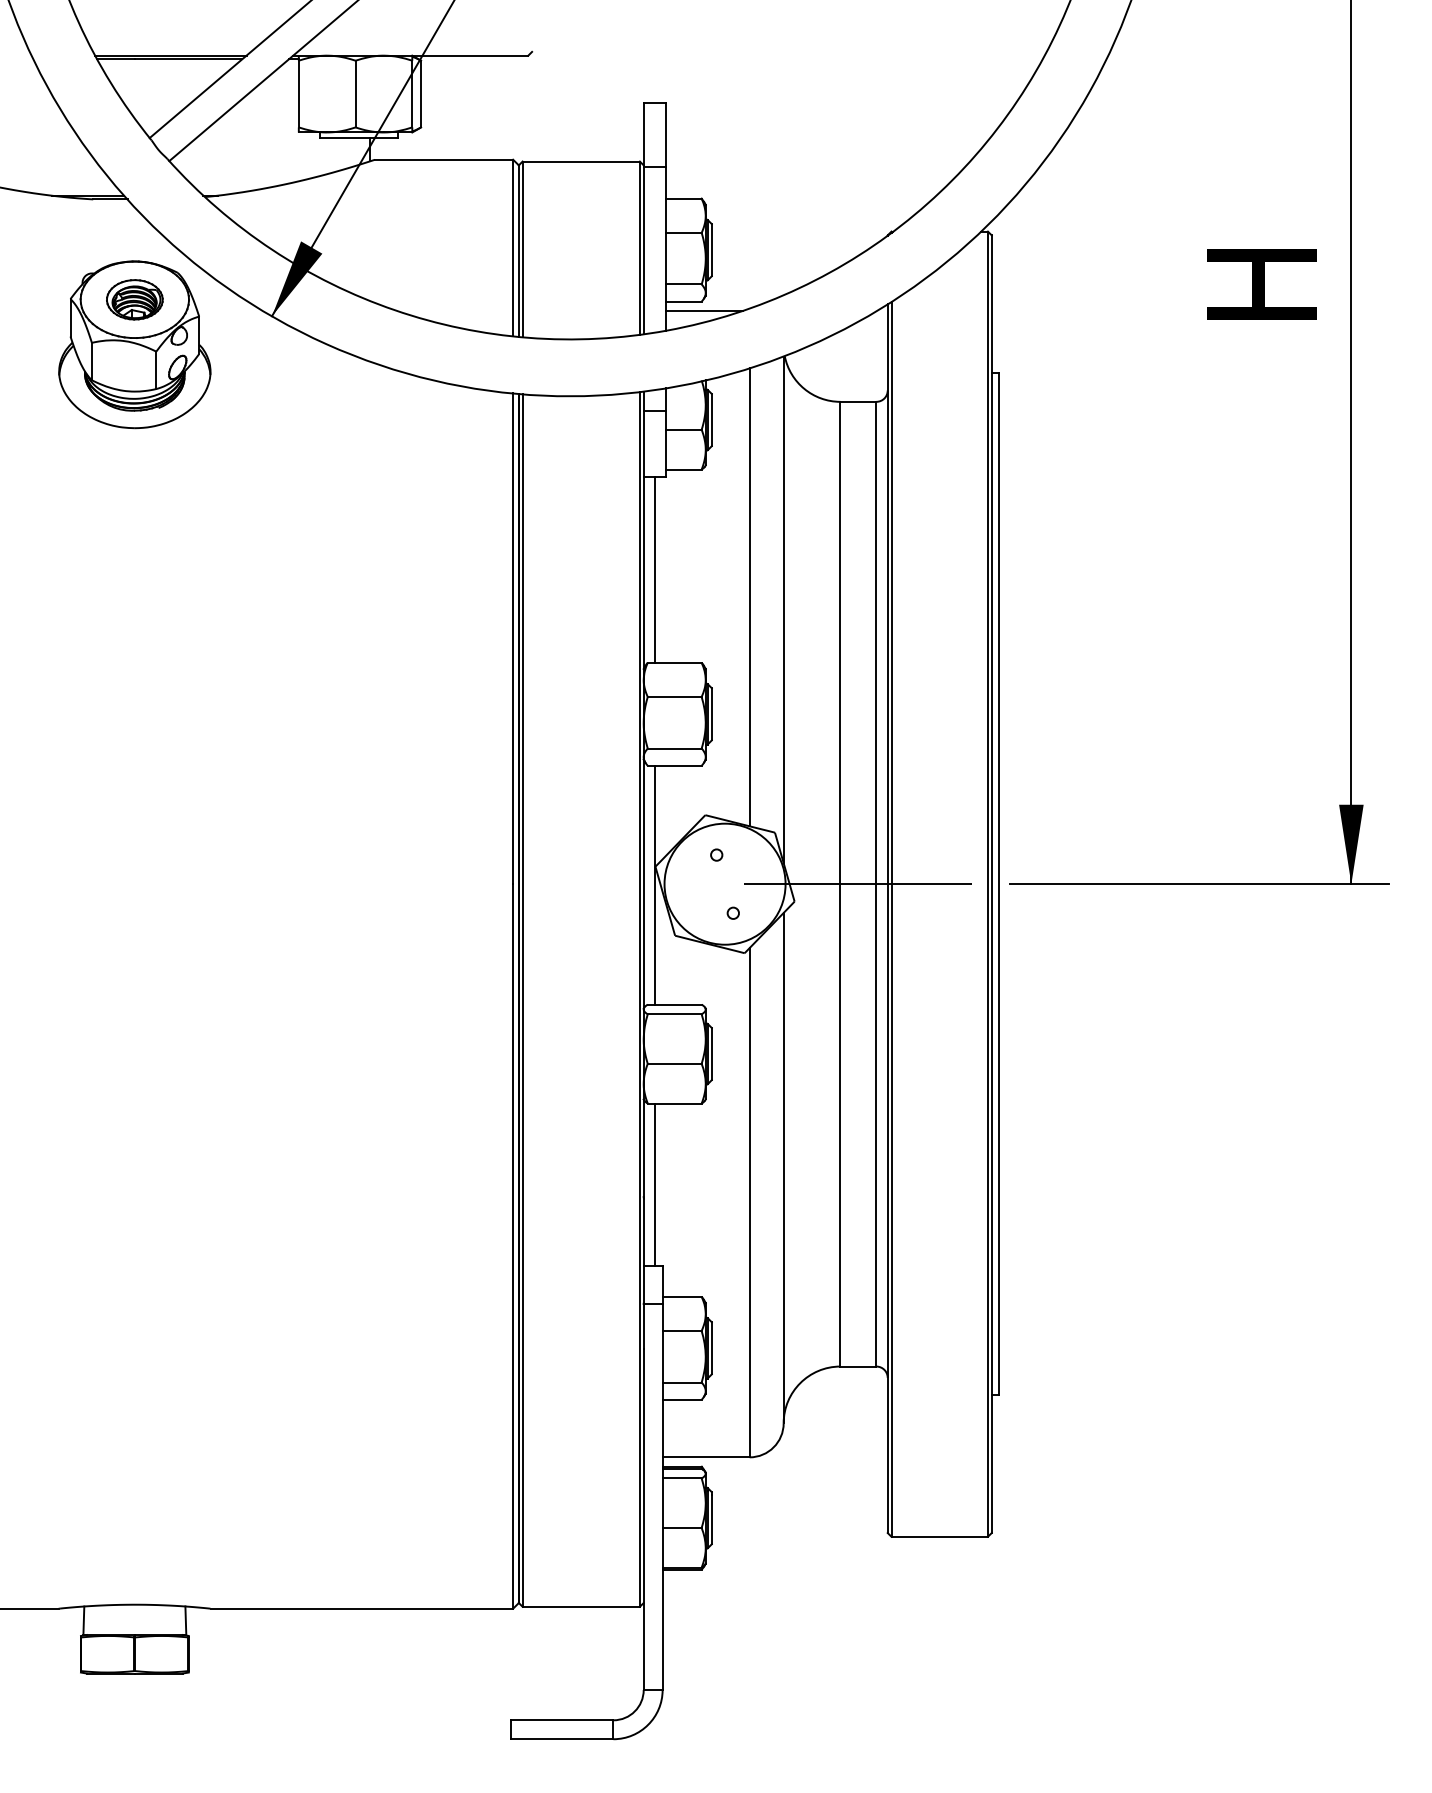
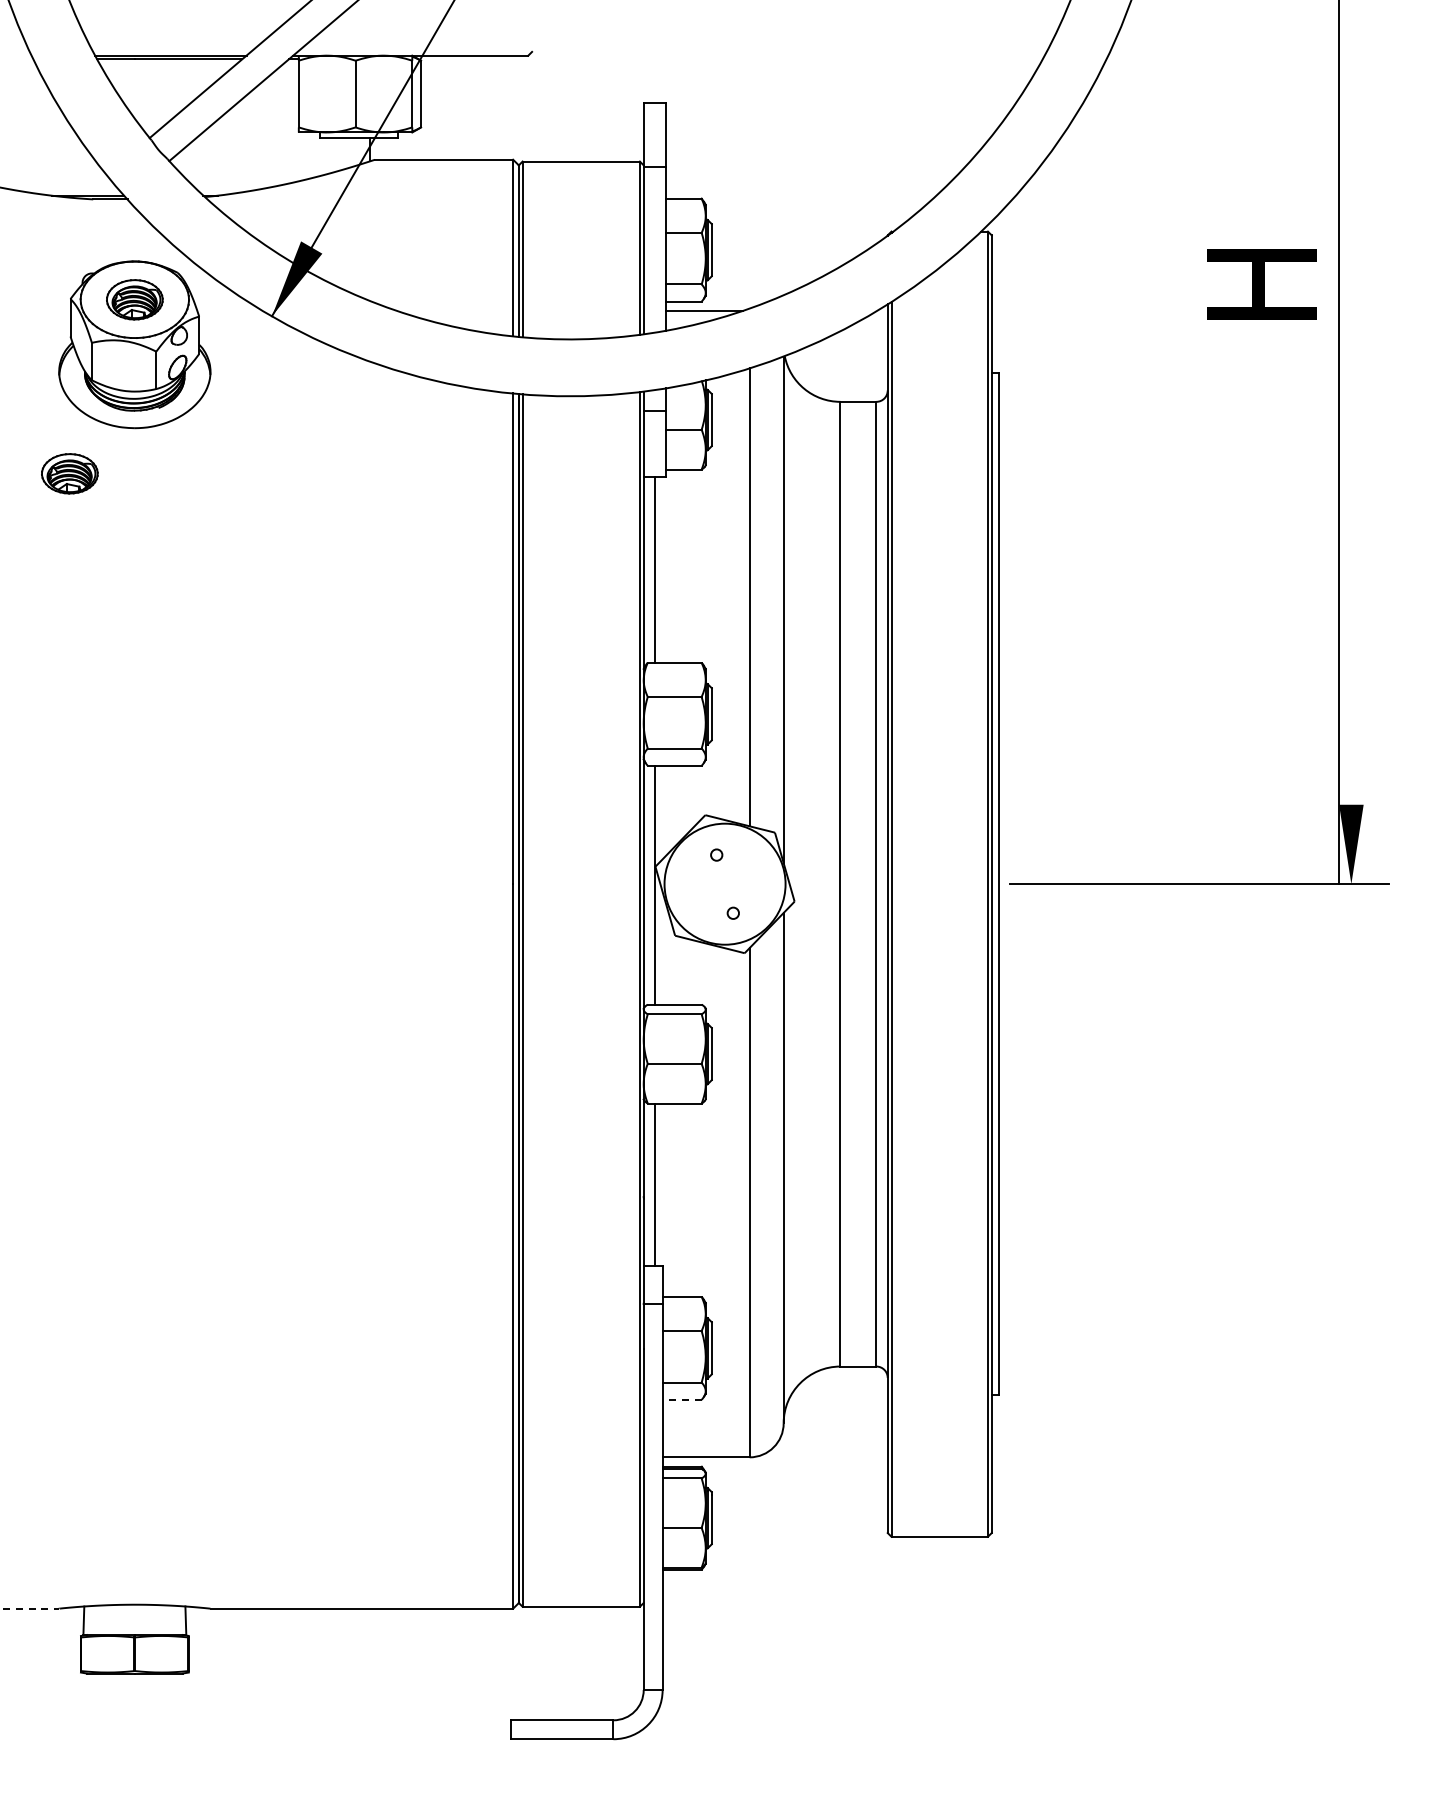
line at (1351, 443) position: (1351, 443) -> (1339, 443)
part at (69, 473): none -> present
line at (858, 884): present -> none
line at (682, 1399): solid -> dashed
line at (30, 1608): solid -> dashed
